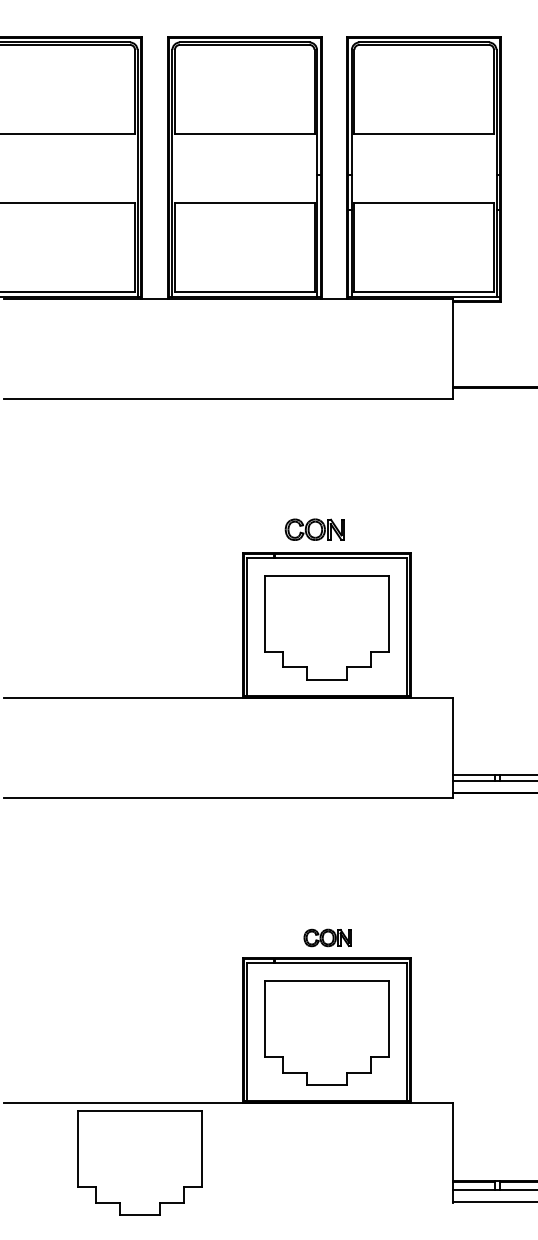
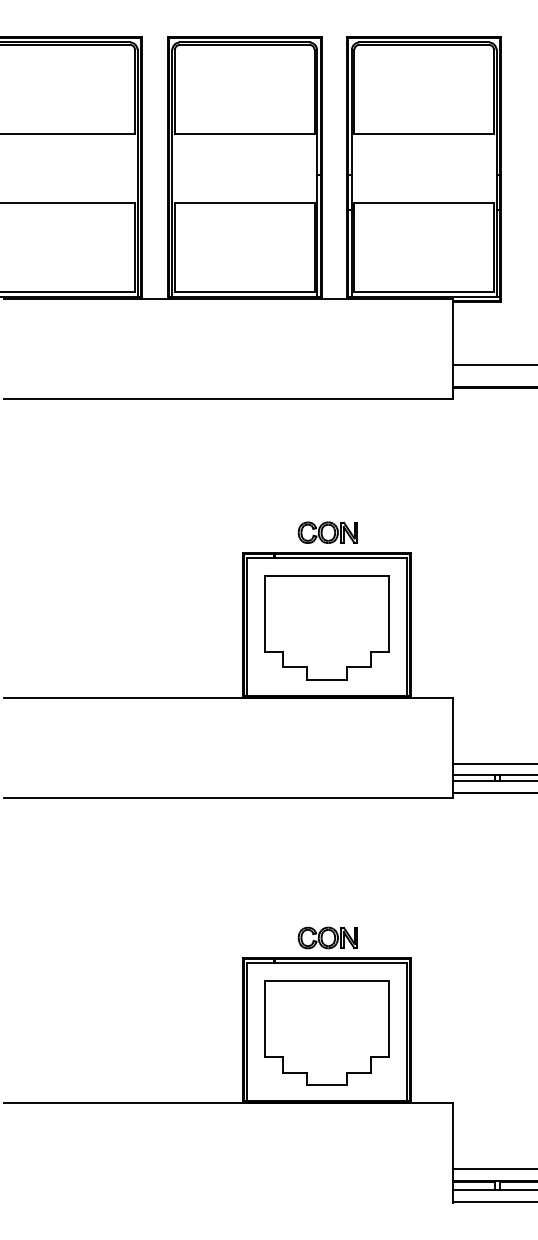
line at (493, 365): none -> present
part at (314, 529) position: (314, 529) -> (327, 532)
line at (493, 763): none -> present
part at (327, 937) size: 49x20 px -> 61x24 px
part at (139, 1162): present -> none
line at (493, 1169): none -> present
